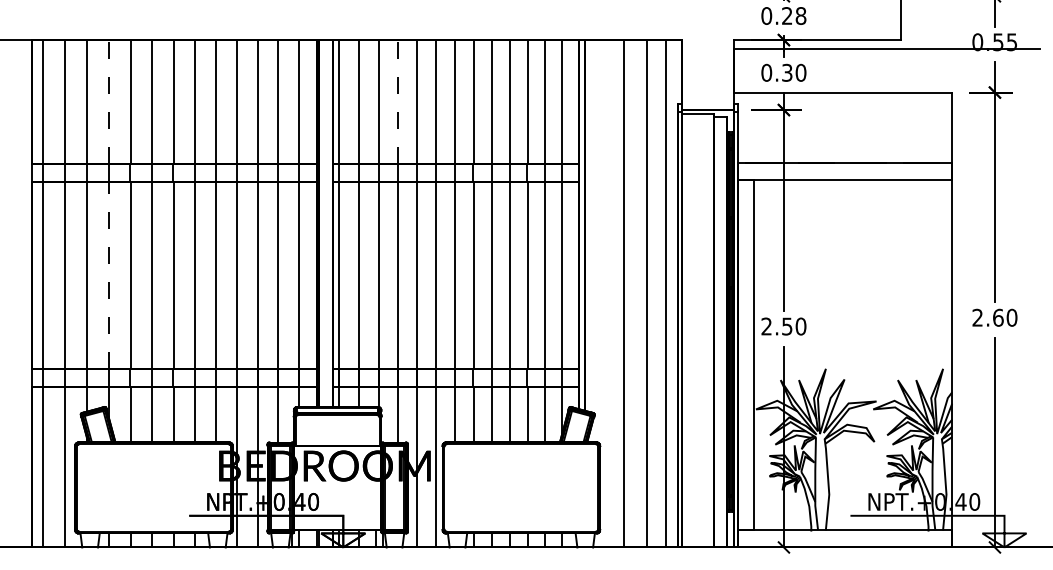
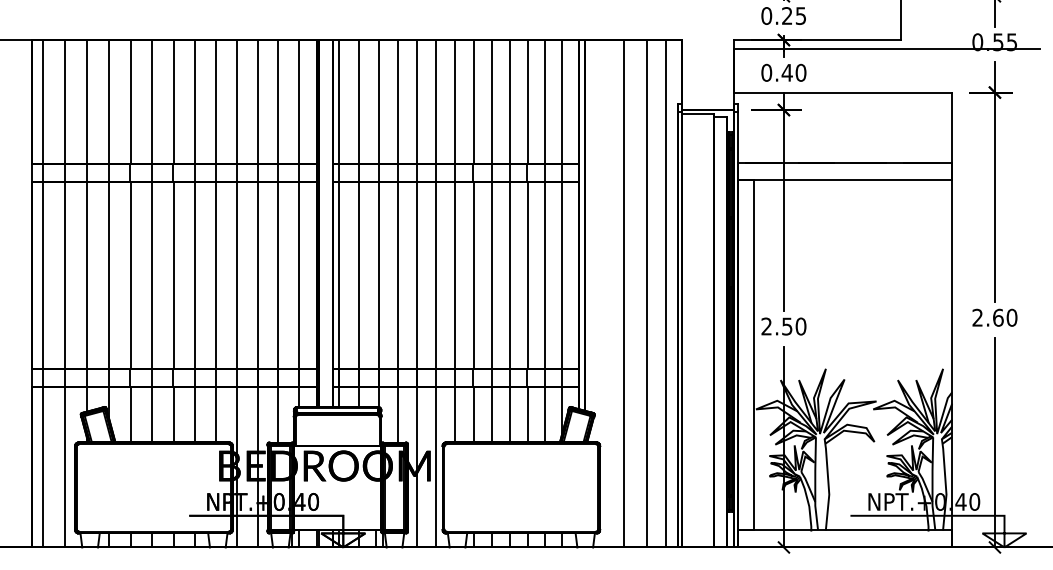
text at (800, 15): 0.28 -> 0.25
text at (786, 72): 0.30 -> 0.40
line at (108, 101): dashed -> solid
line at (398, 101): dashed -> solid
line at (108, 275): dashed -> solid
